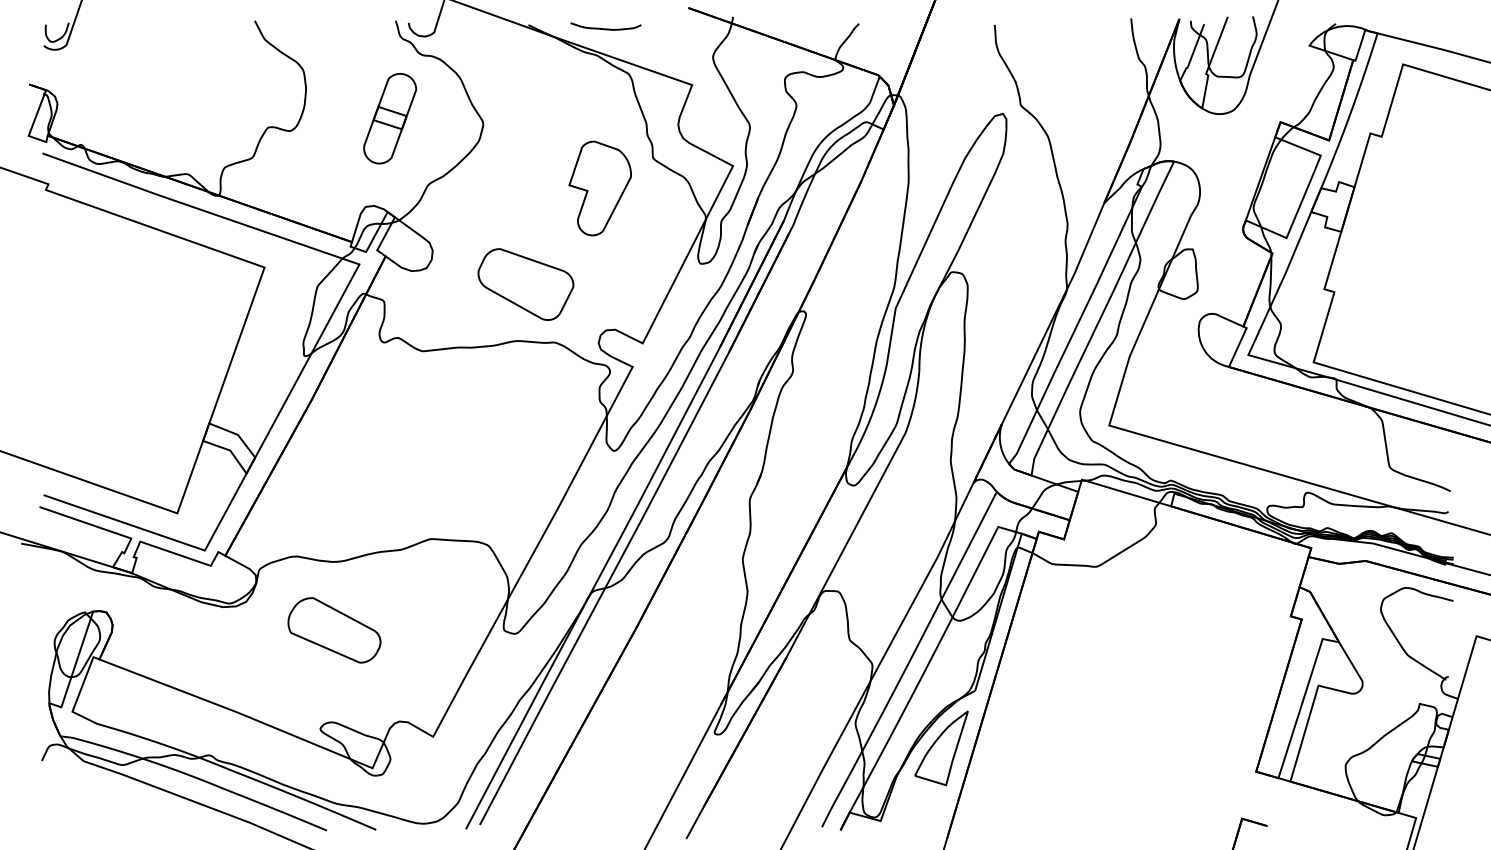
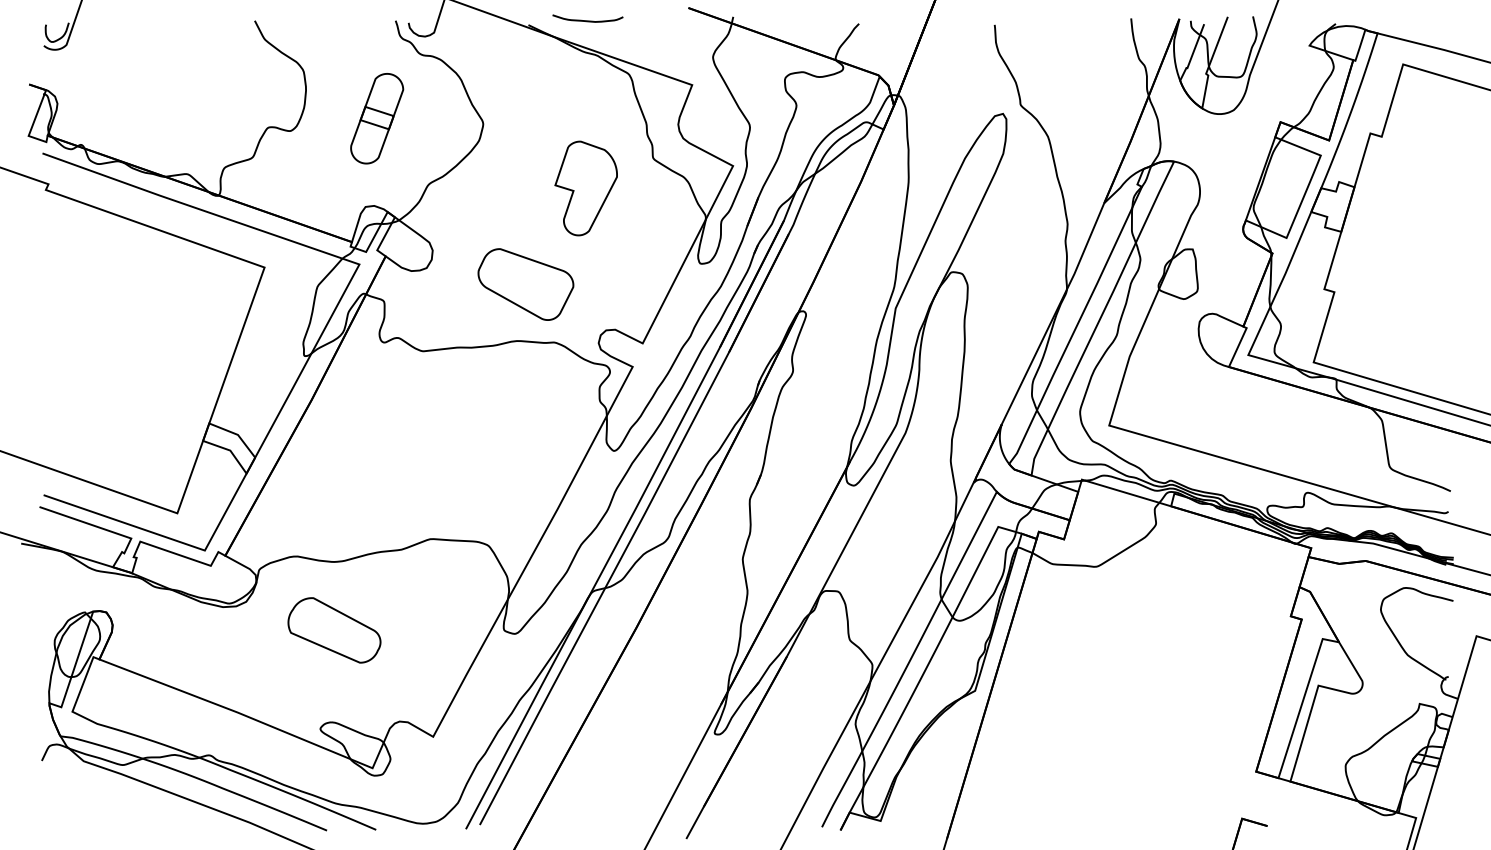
curve at (605, 28) position: (605, 28) -> (587, 20)
part at (390, 118) position: (390, 118) -> (377, 118)
part at (599, 188) position: (599, 188) -> (585, 188)
part at (941, 748): present -> none
